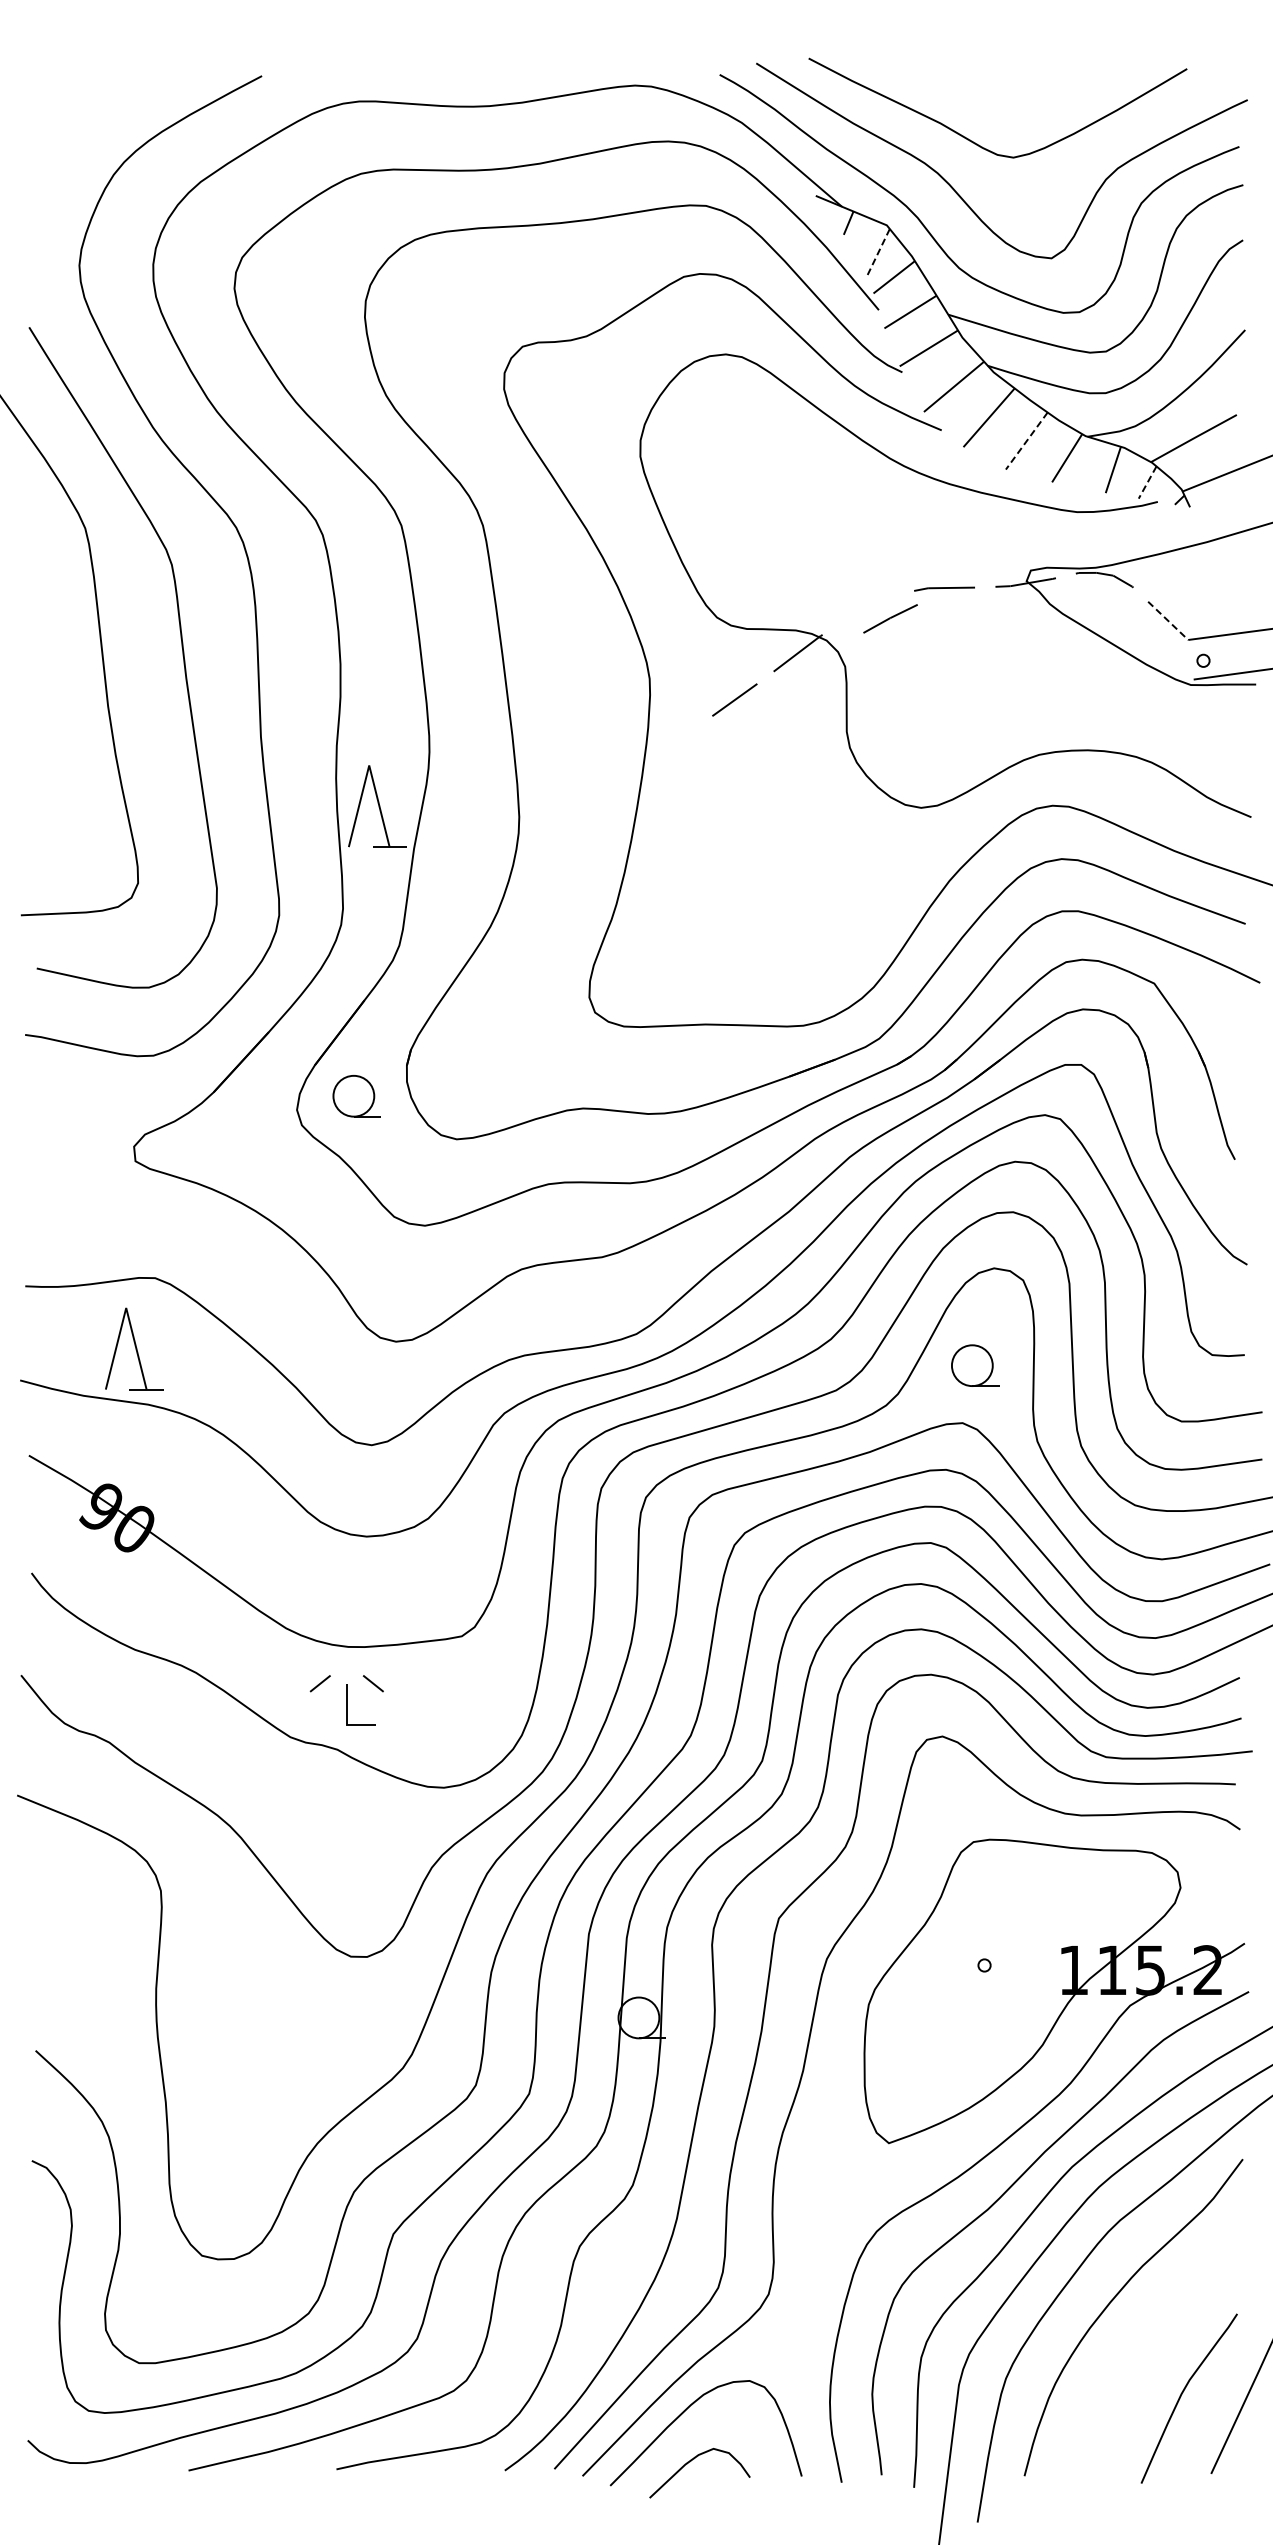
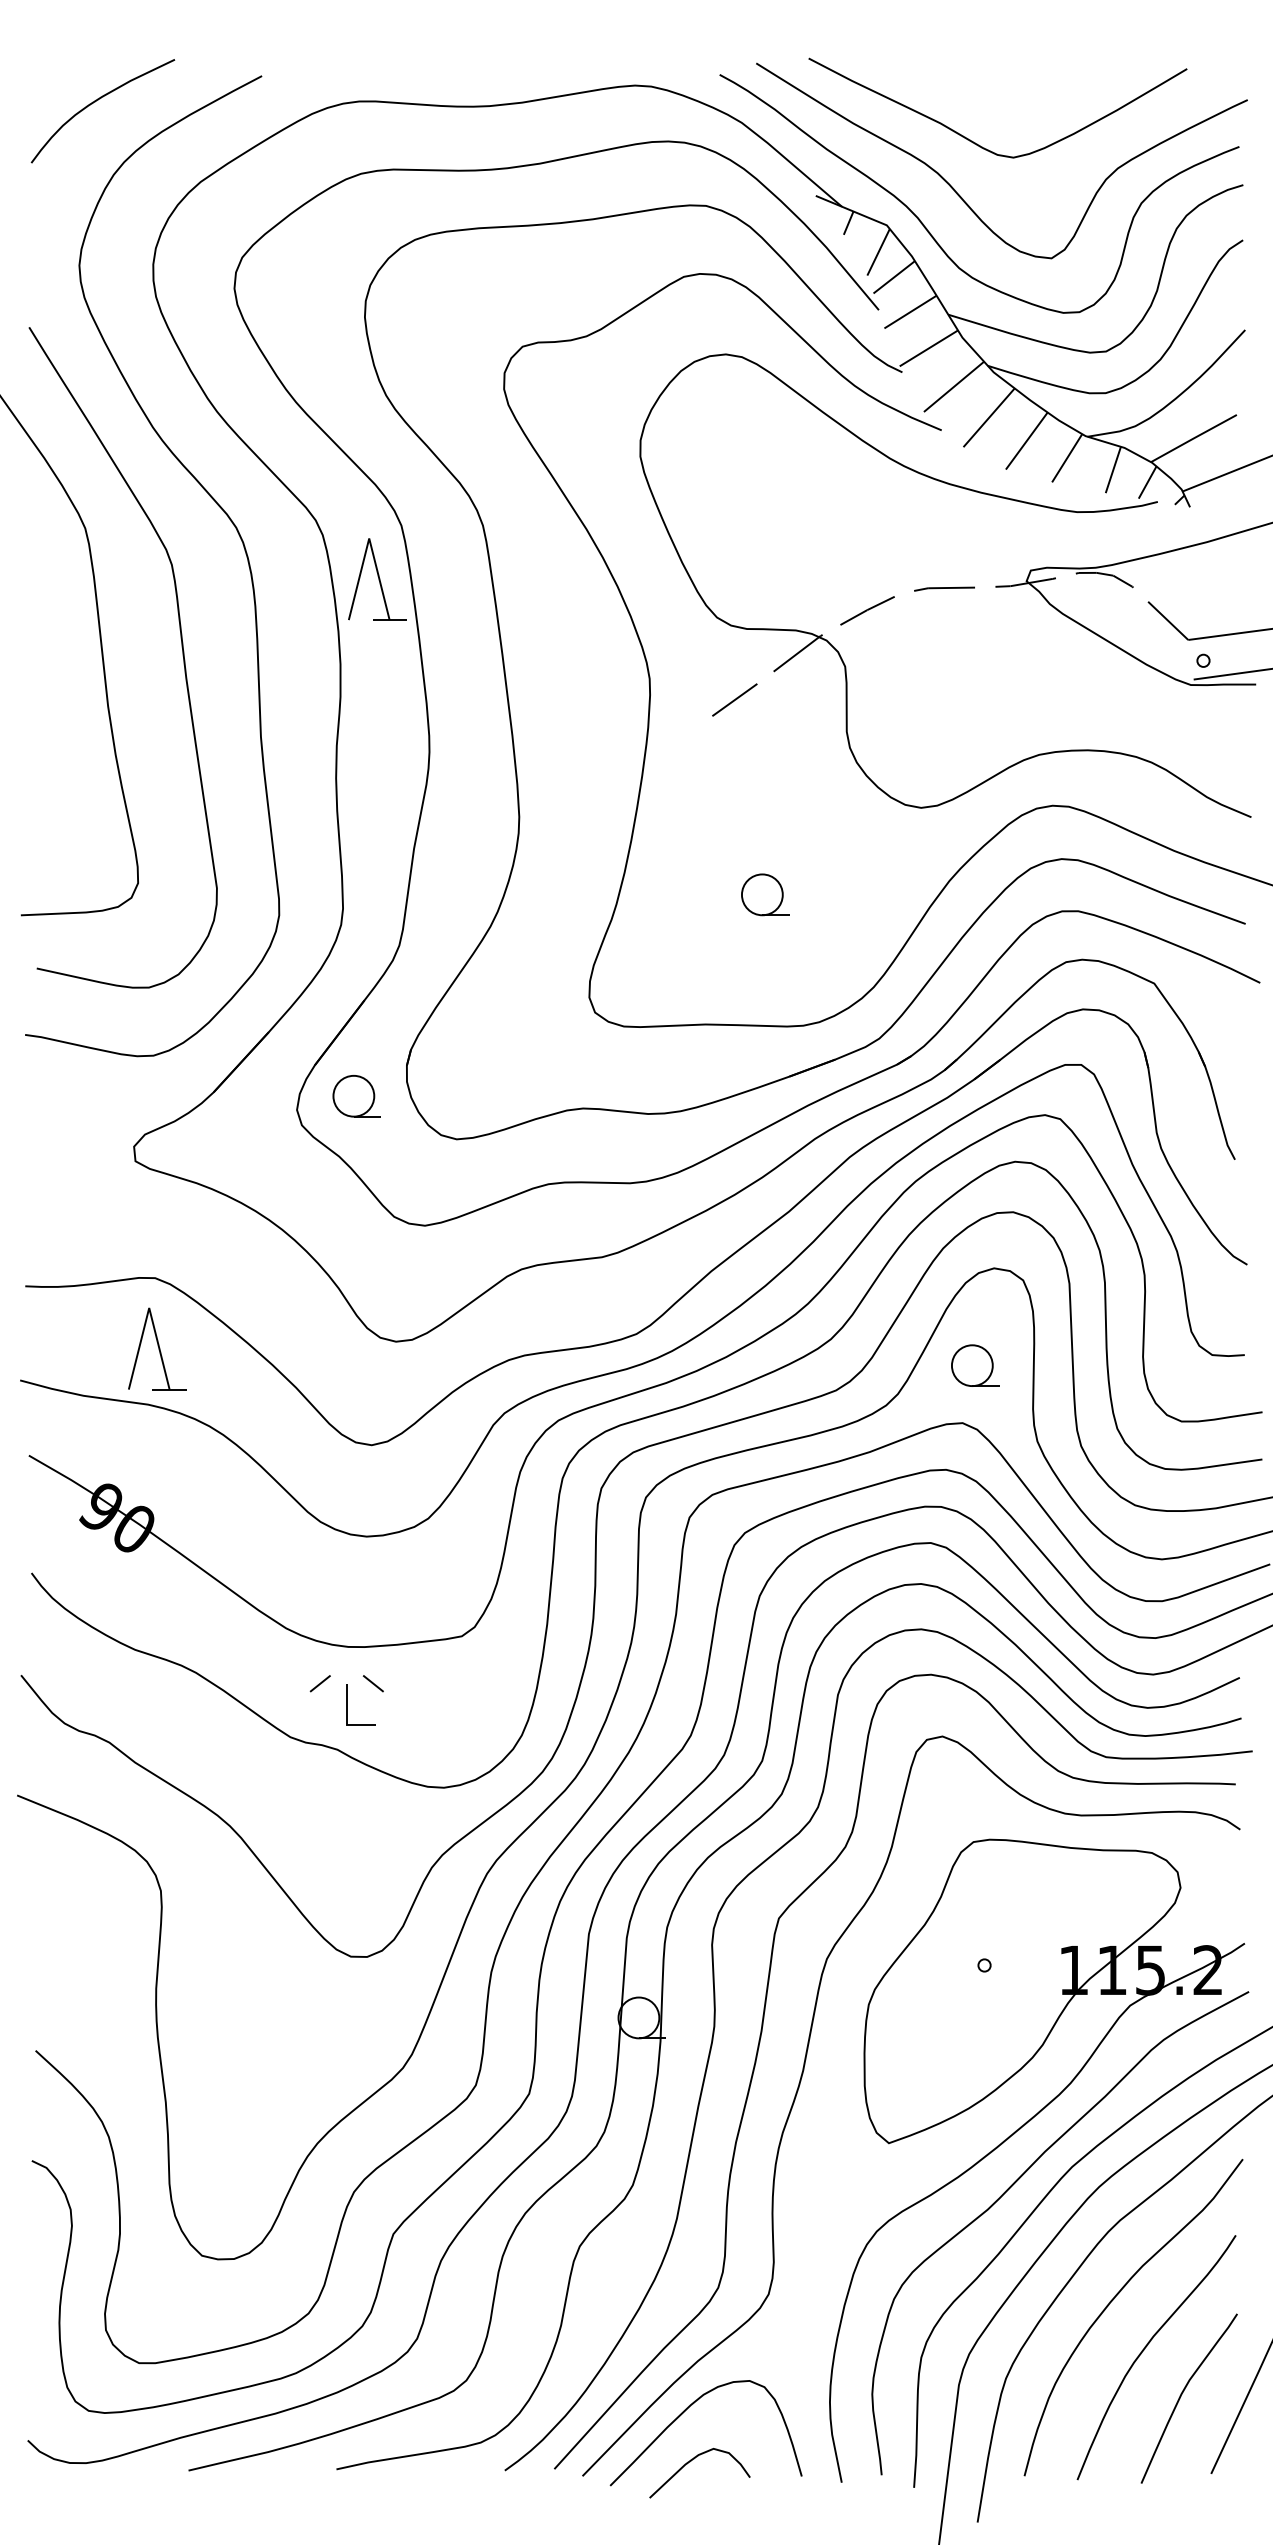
curve at (95, 102): none -> present
line at (878, 252): dashed -> solid
line at (1026, 441): dashed -> solid
line at (1147, 483): dashed -> solid
line at (890, 618) position: (890, 618) -> (867, 610)
line at (1168, 620): dashed -> solid
part at (377, 806) position: (377, 806) -> (377, 579)
part at (765, 894): none -> present
part at (134, 1348) position: (134, 1348) -> (157, 1348)
curve at (1144, 2350): none -> present
